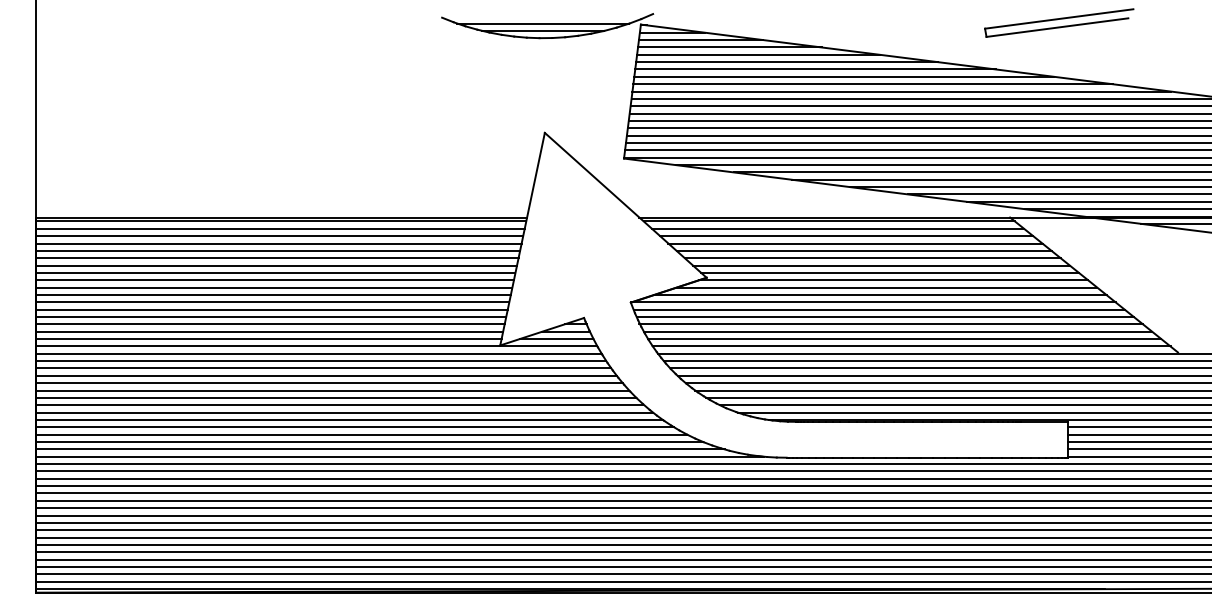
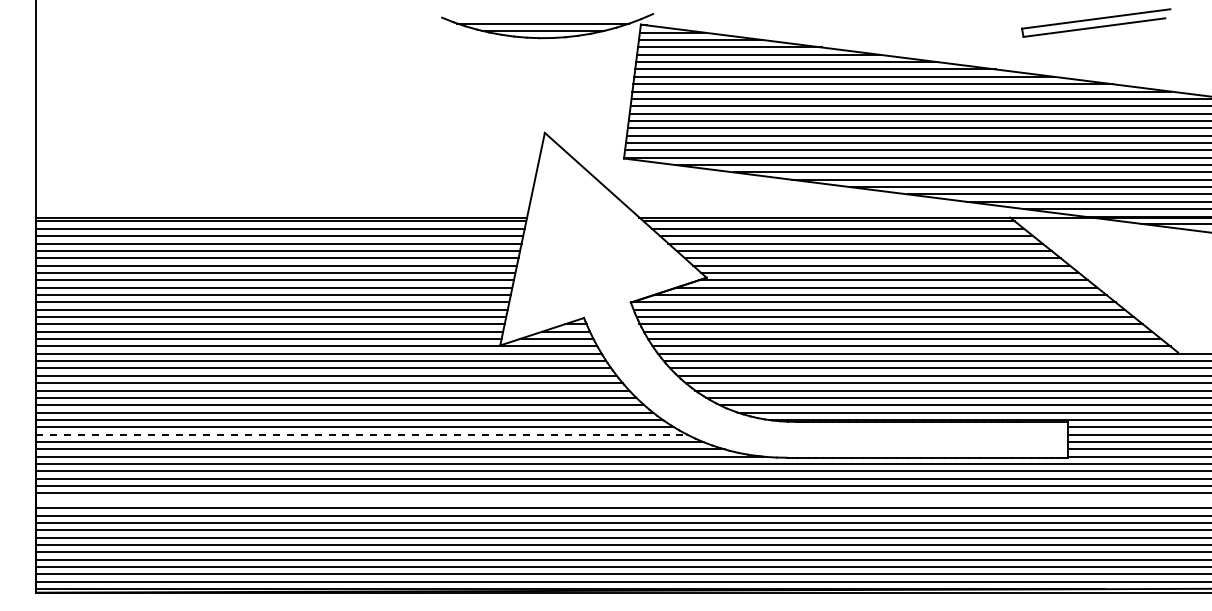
part at (1059, 22) position: (1059, 22) -> (1096, 22)
line at (362, 434): solid -> dashed
line at (622, 500): present -> none
